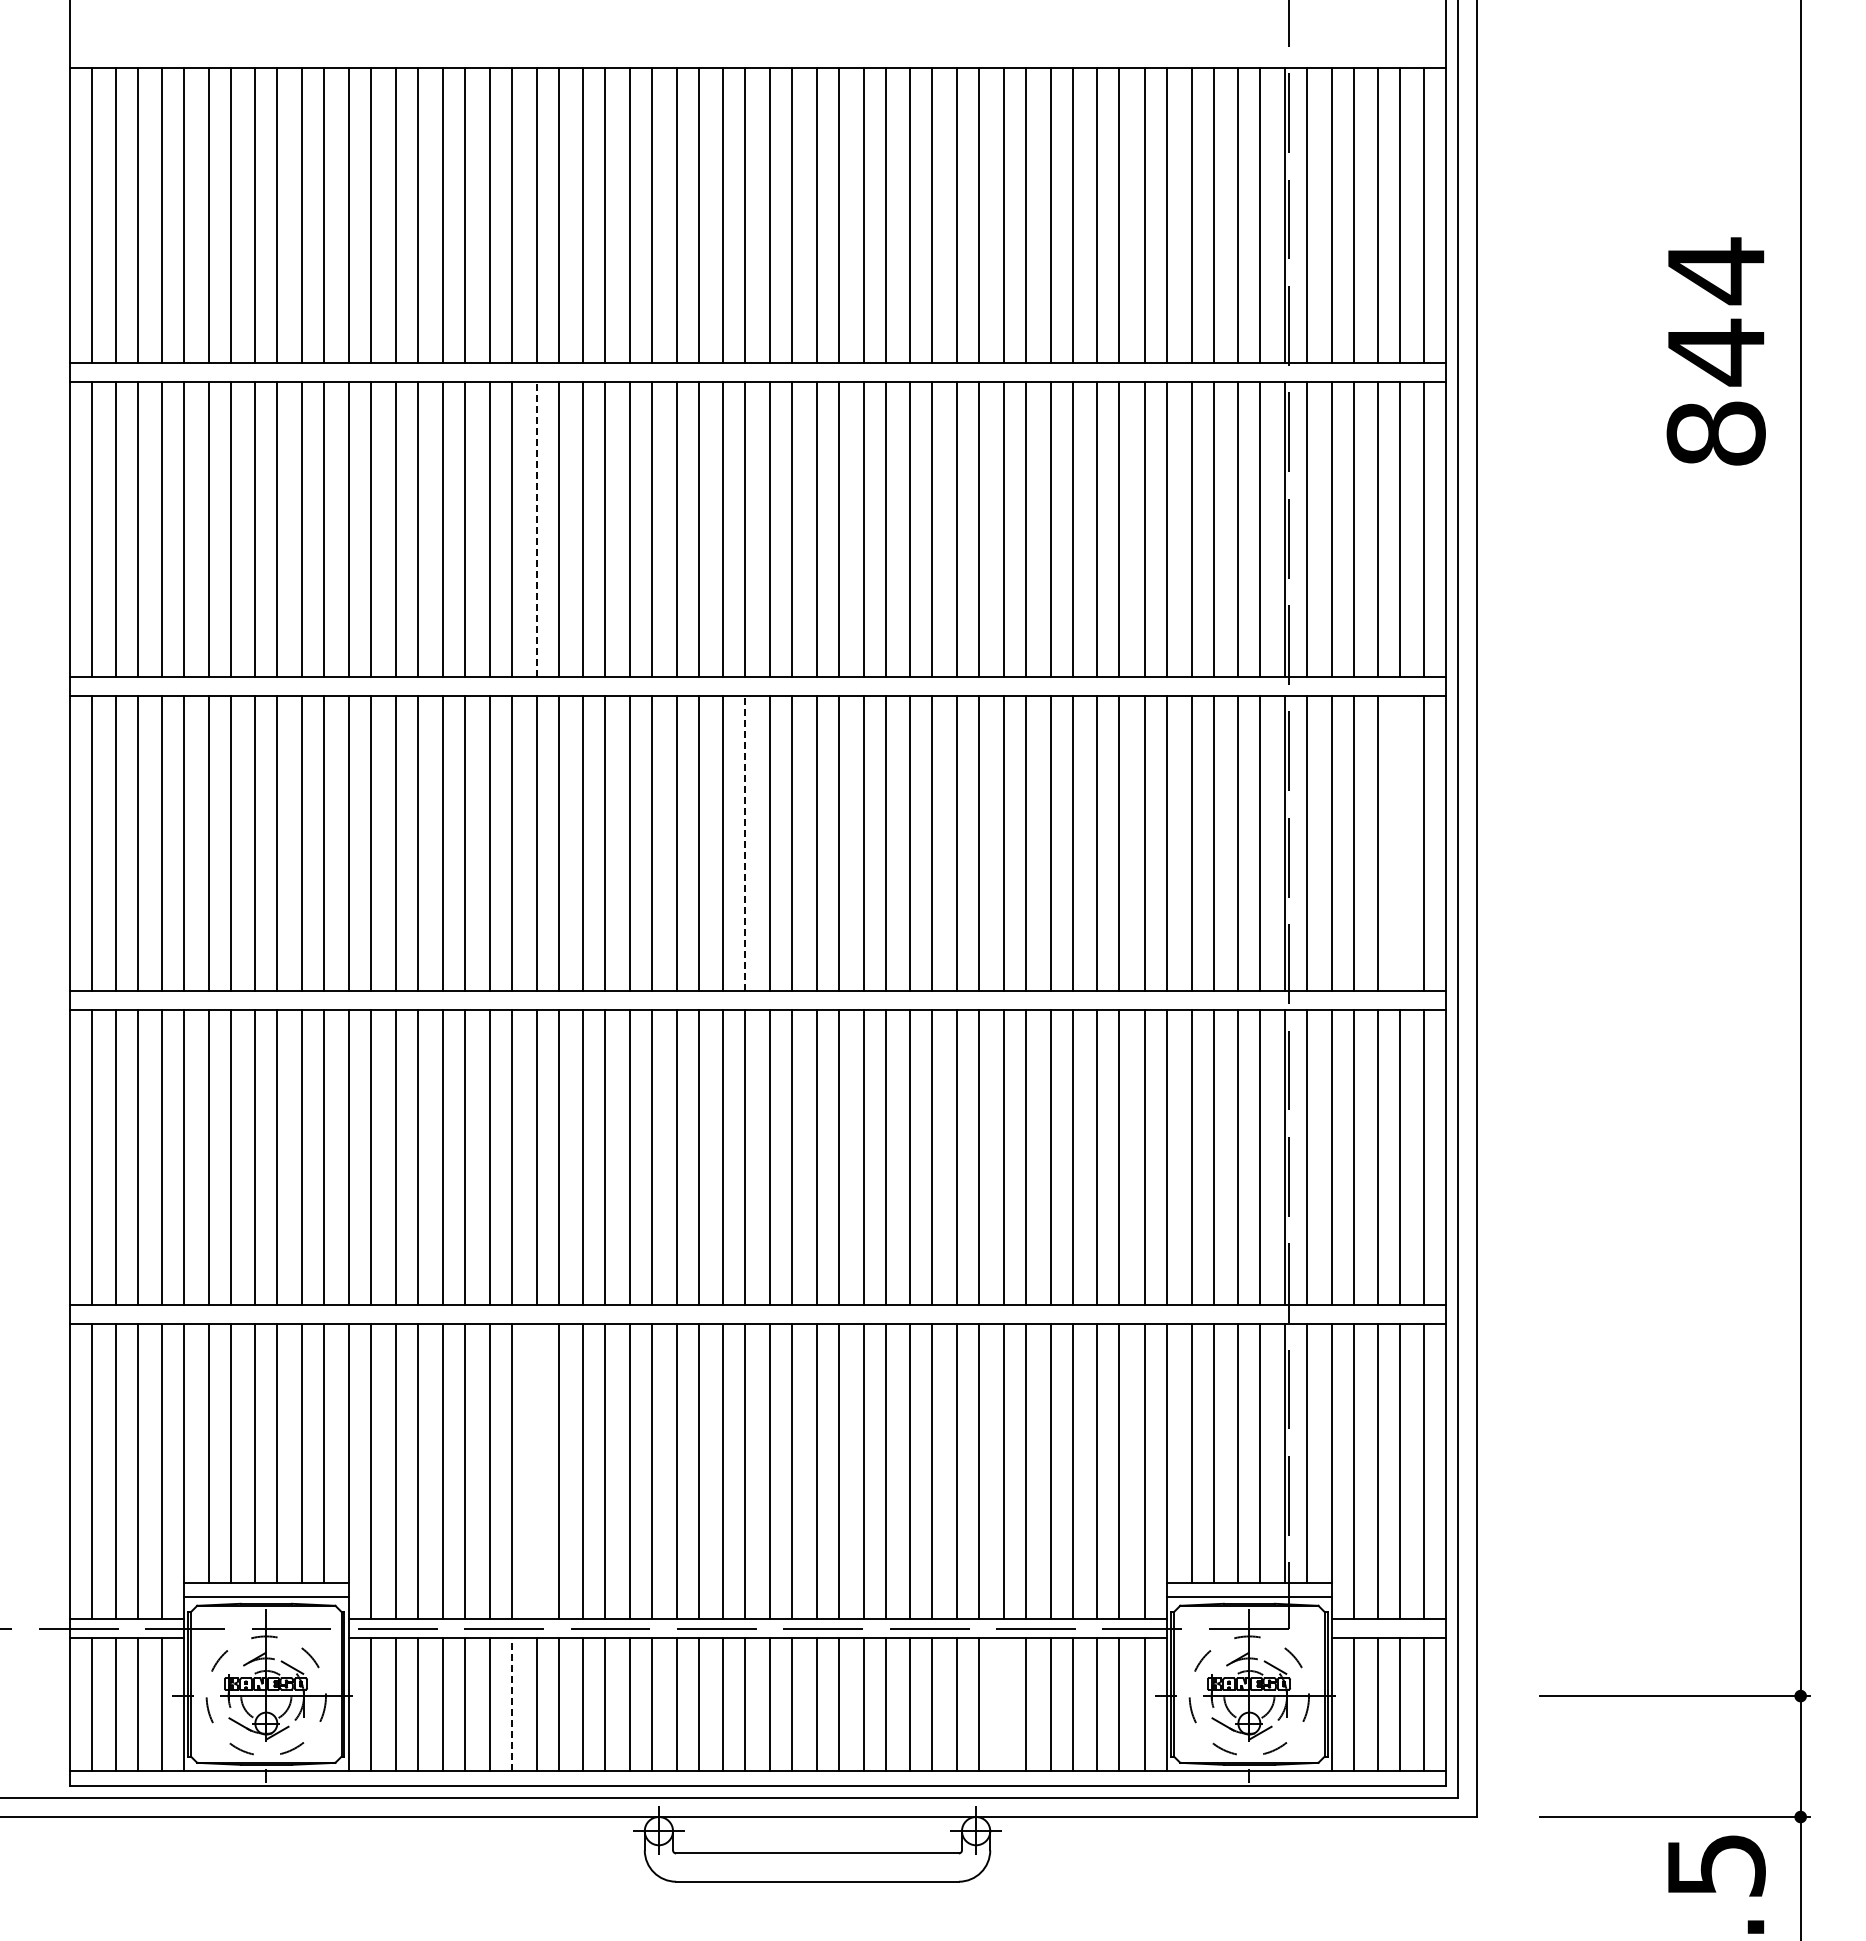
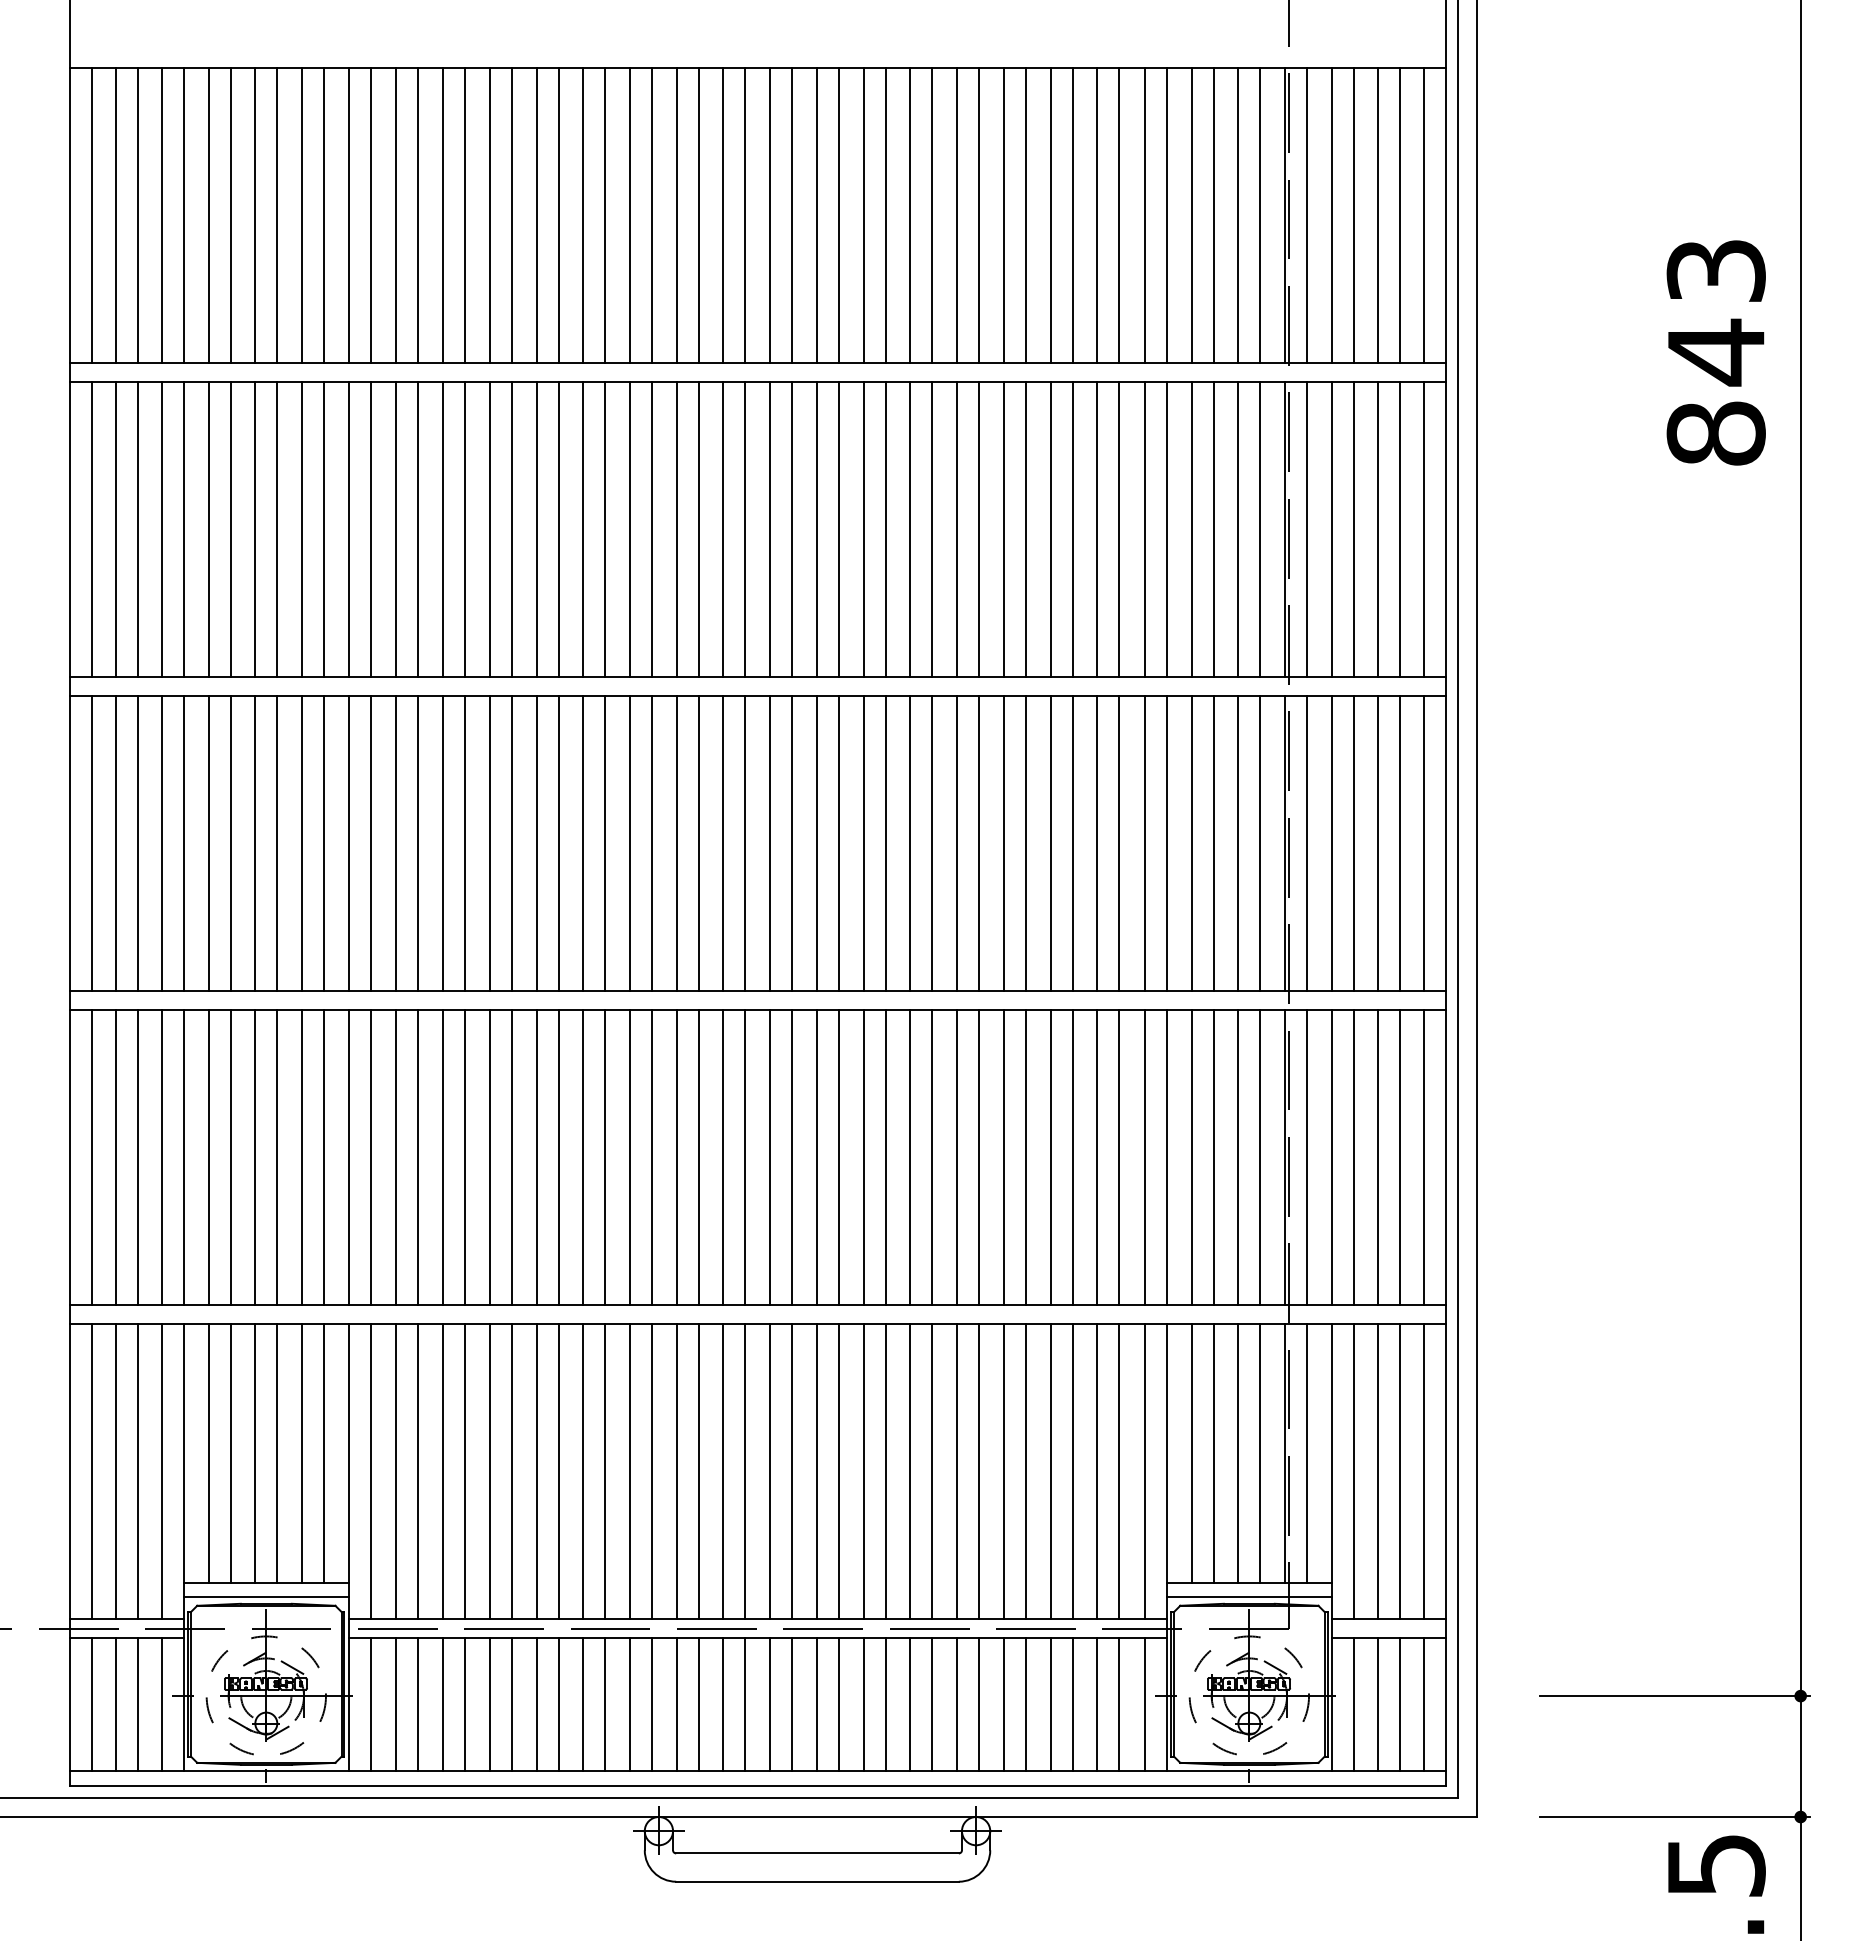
text at (1715, 271): 844 -> 843
line at (536, 529): dashed -> solid
line at (745, 843): dashed -> solid
line at (1399, 843): none -> present
line at (536, 1471): none -> present
line at (511, 1704): dashed -> solid
line at (1003, 1704): none -> present
